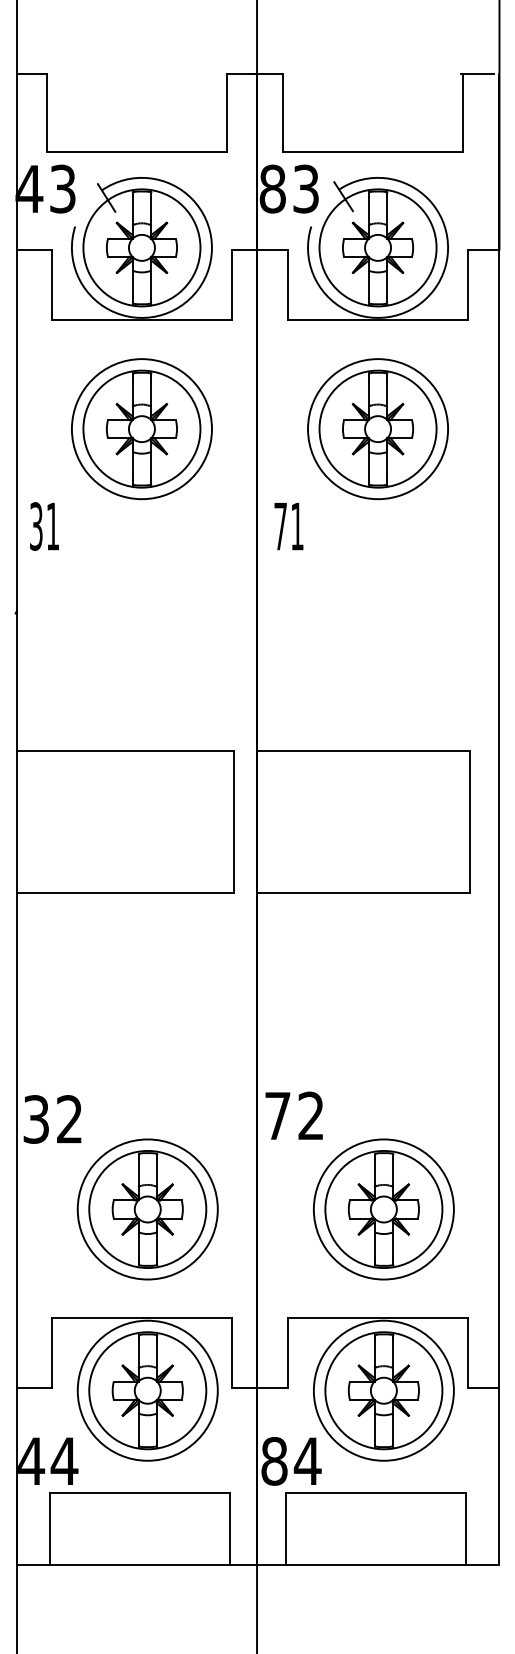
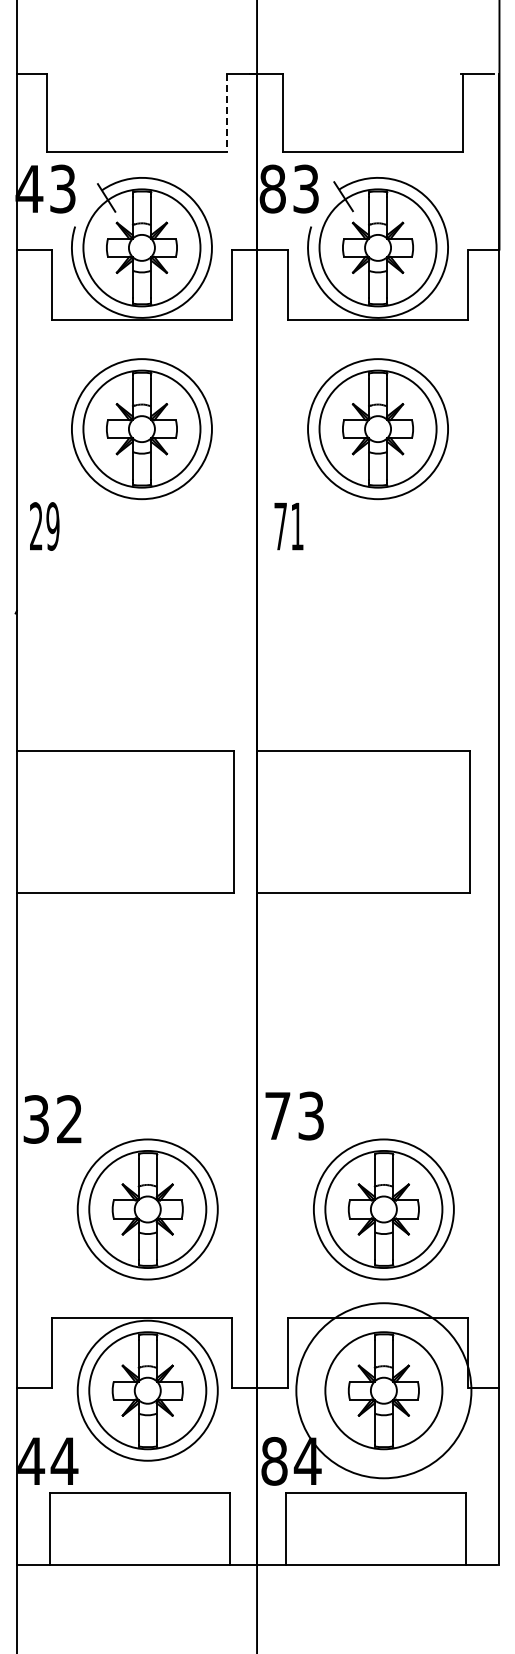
line at (227, 113): solid -> dashed
text at (44, 526): 31 -> 29
text at (310, 1115): 72 -> 73
circle at (383, 1390) diameter: 140 px -> 175 px
